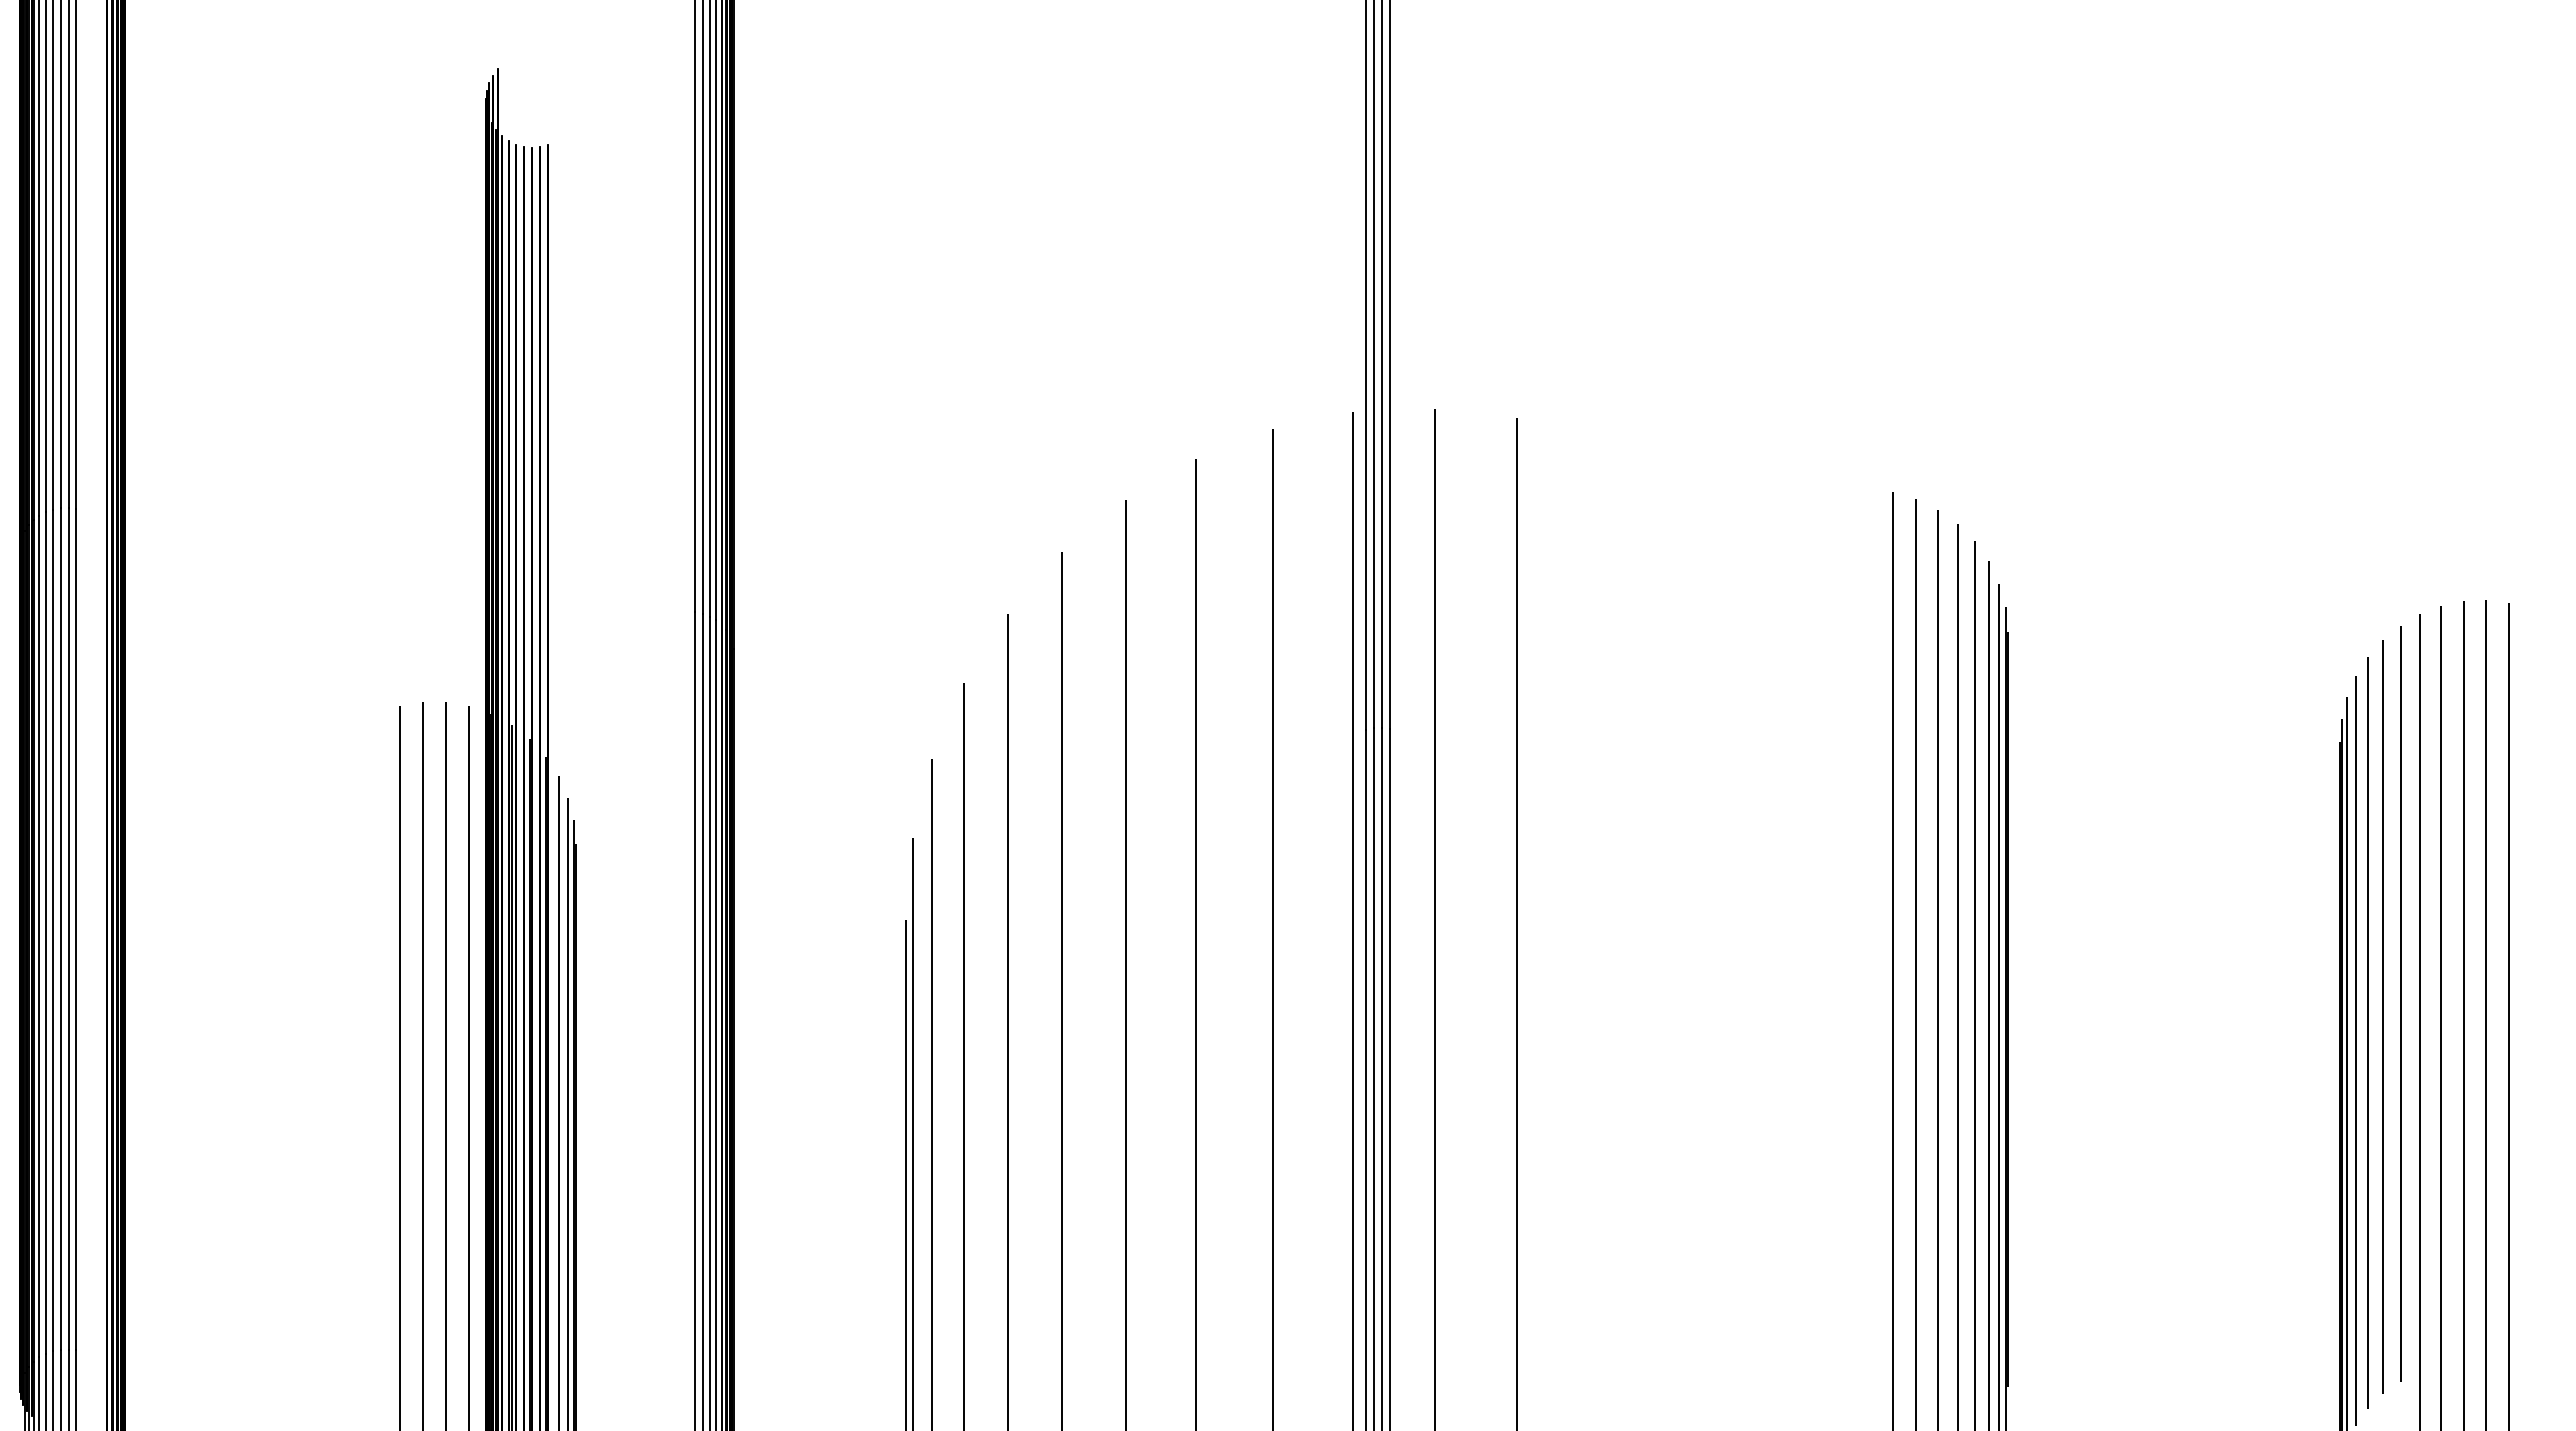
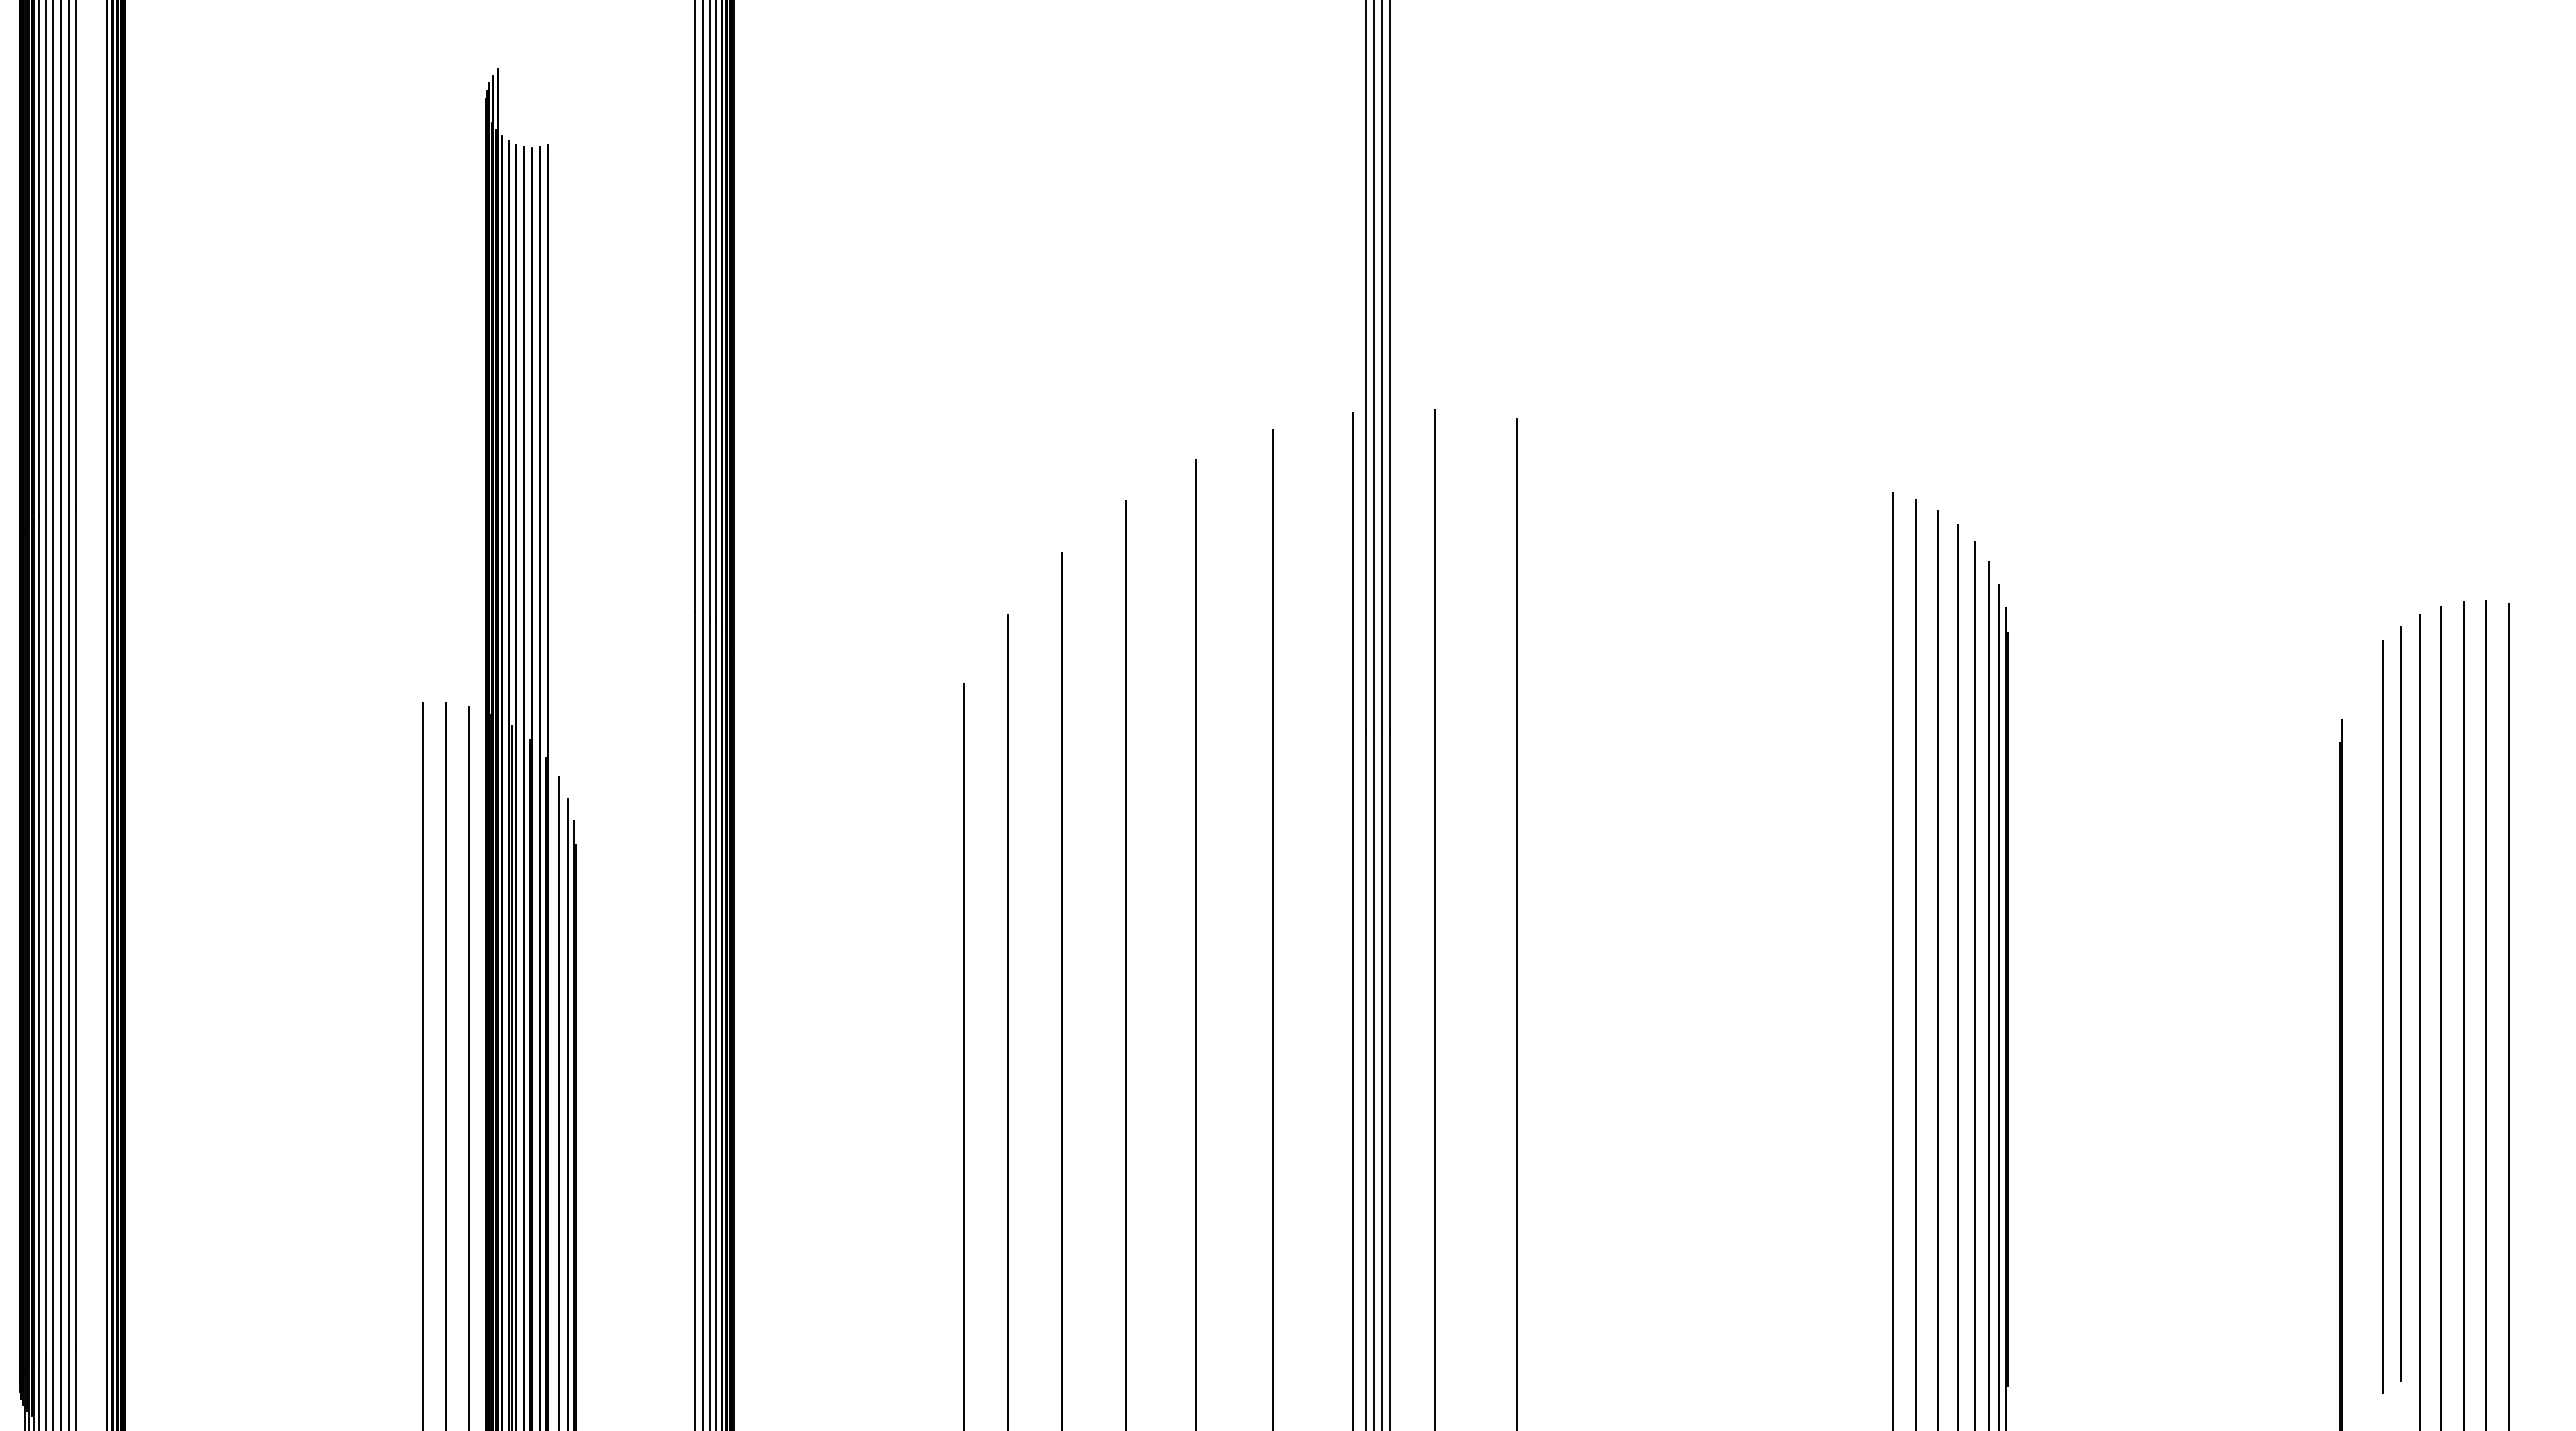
line at (2367, 1033): present -> none
line at (2355, 1050): present -> none
line at (2347, 1062): present -> none
line at (399, 1066): present -> none
line at (932, 1092): present -> none
line at (912, 1132): present -> none
line at (905, 1173): present -> none
